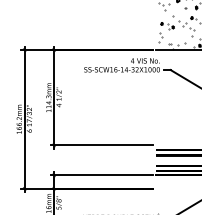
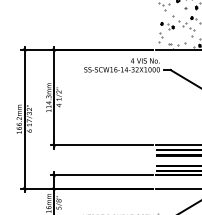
line at (177, 145): none -> present
line at (177, 188): none -> present
